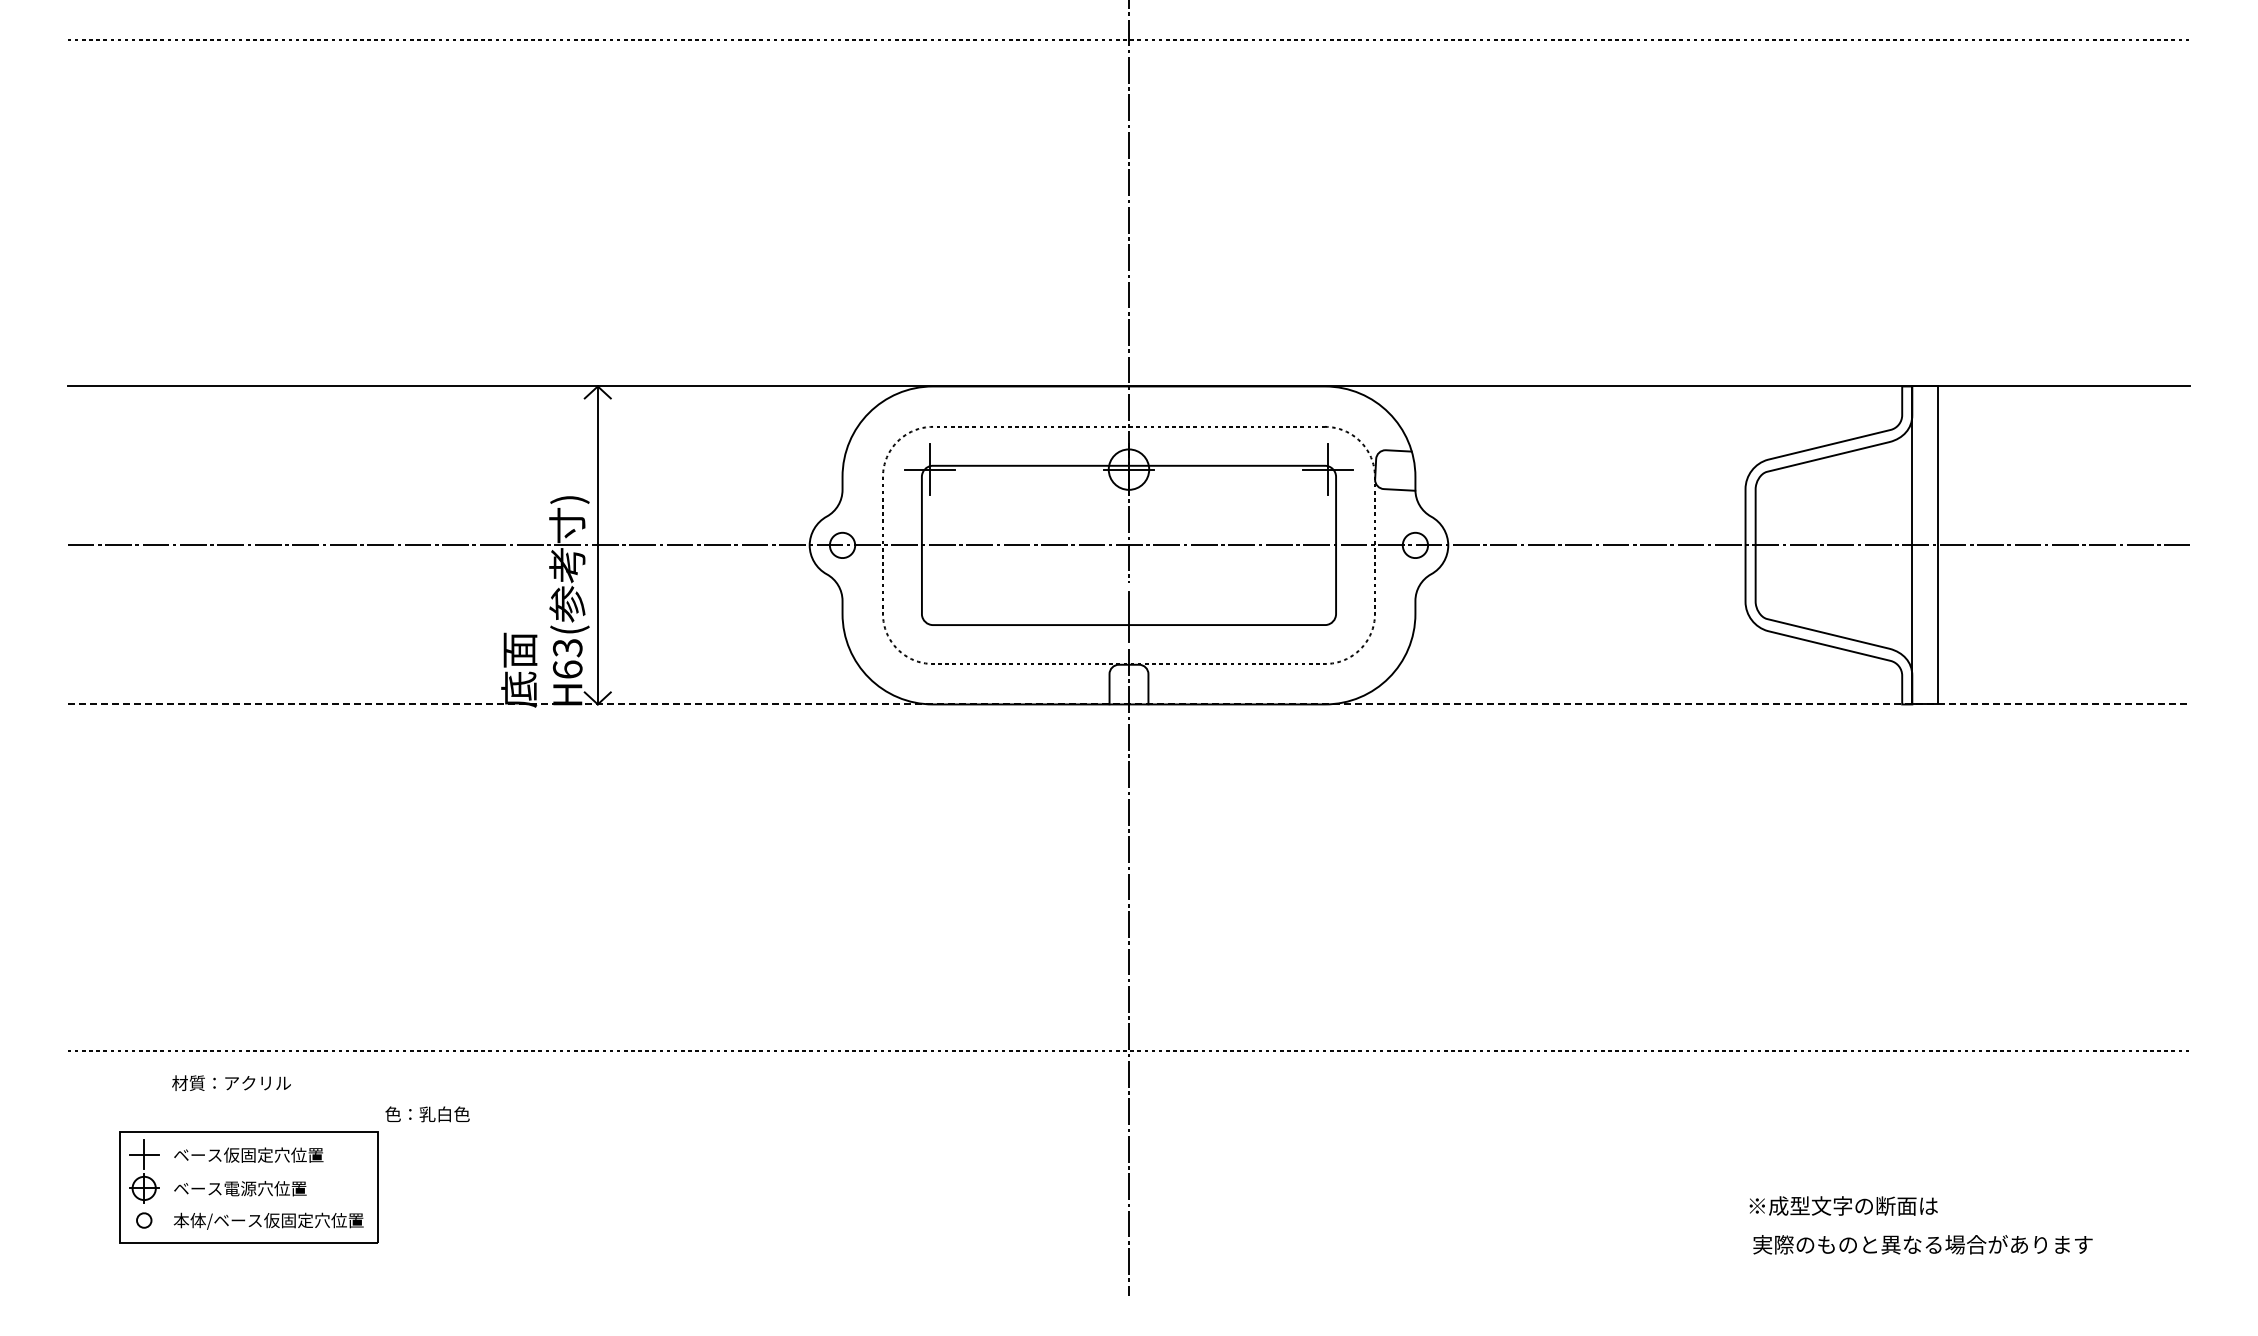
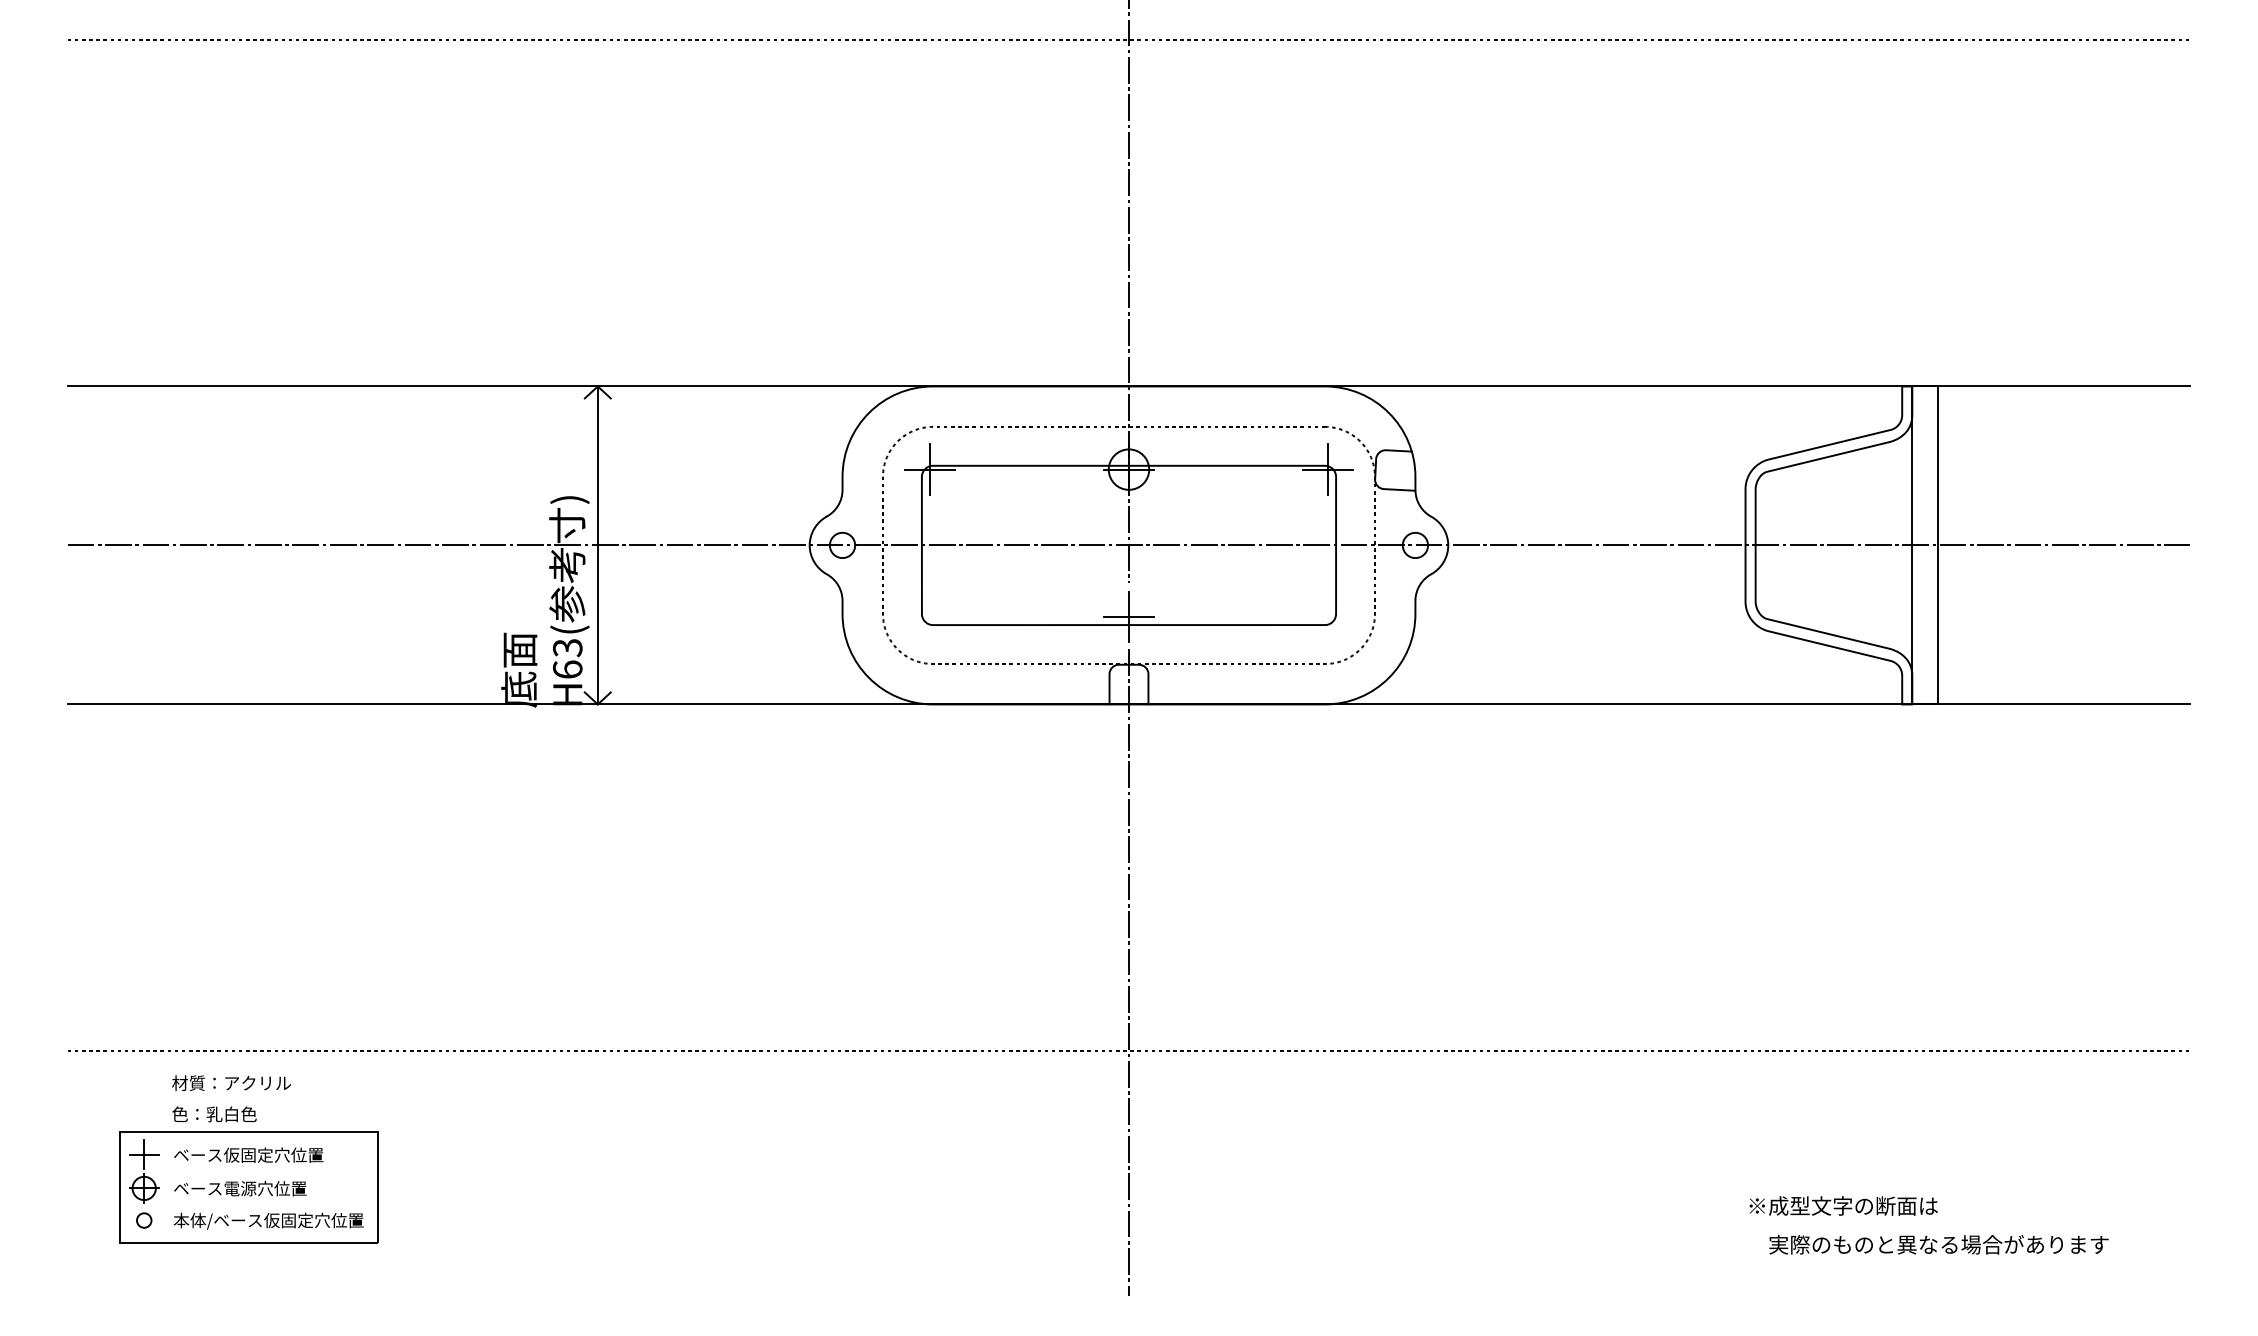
line at (1128, 617): none -> present
line at (1129, 704): dashed -> solid
text at (427, 1114) position: (427, 1114) -> (214, 1114)
text at (1922, 1244) position: (1922, 1244) -> (1938, 1244)
